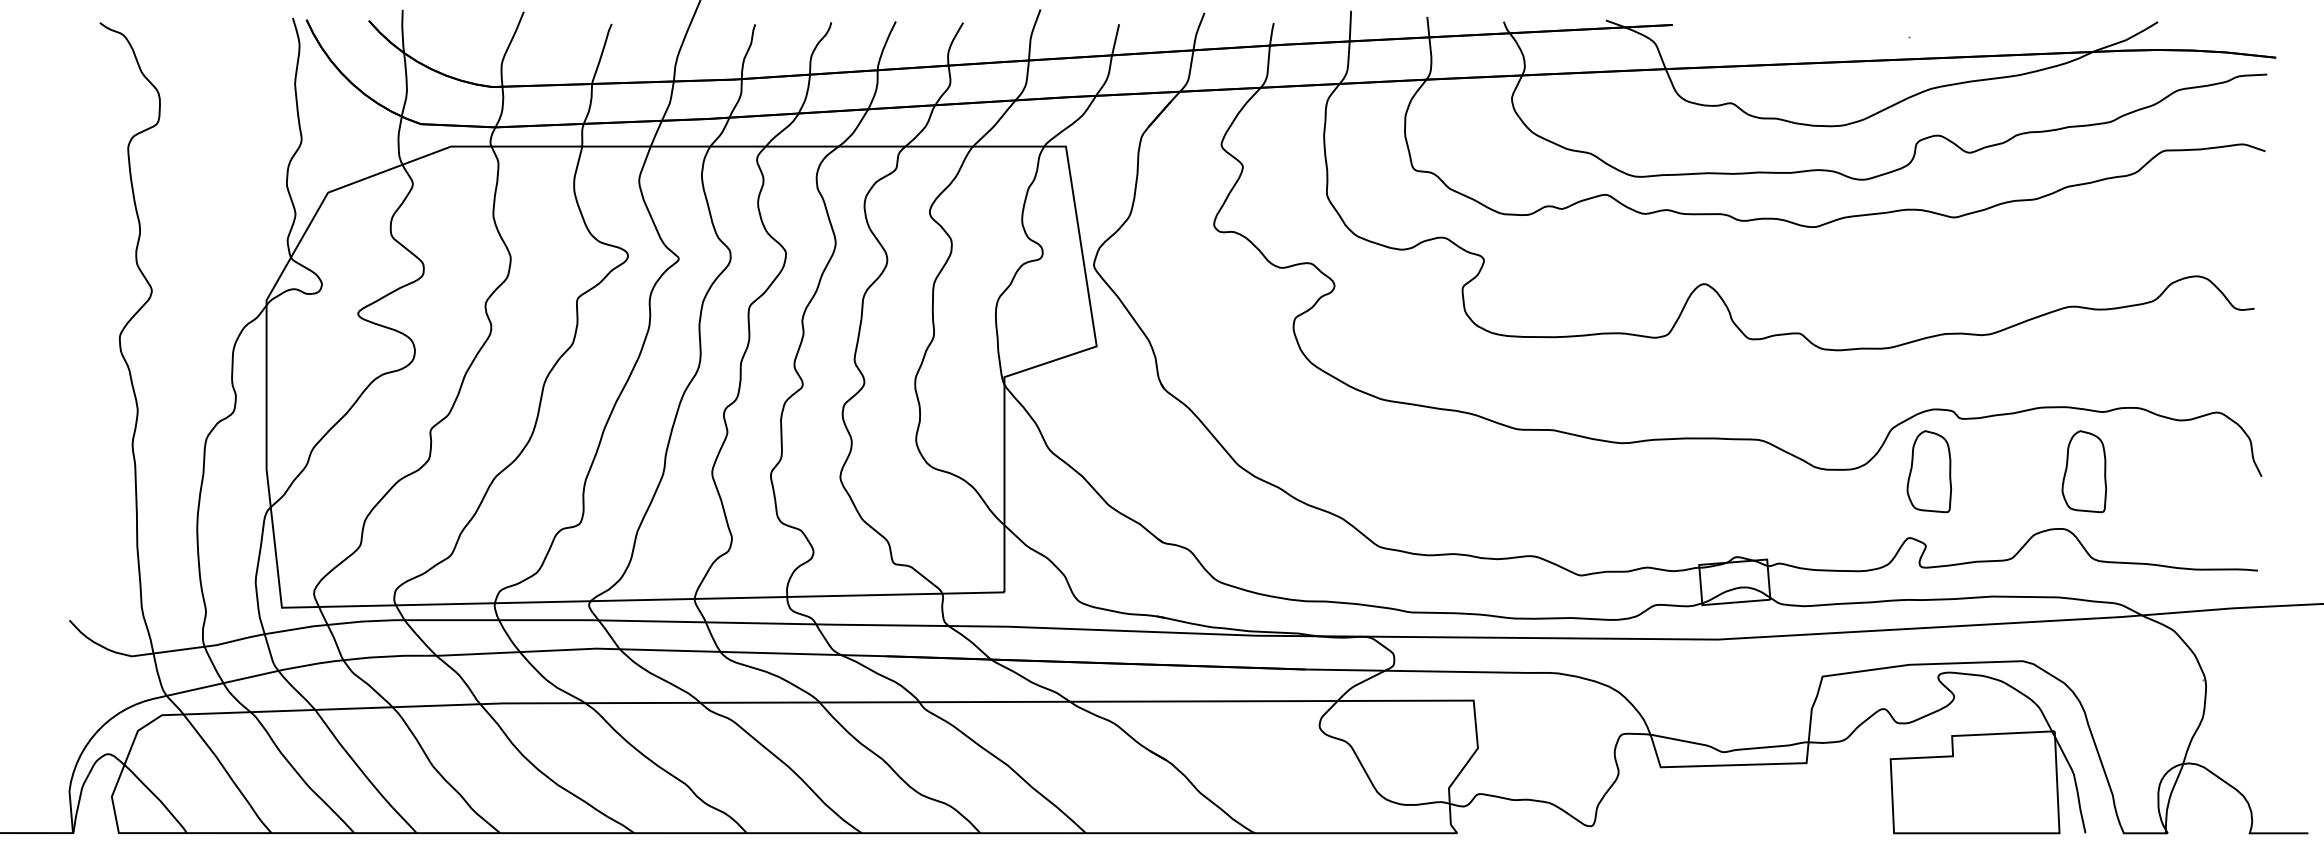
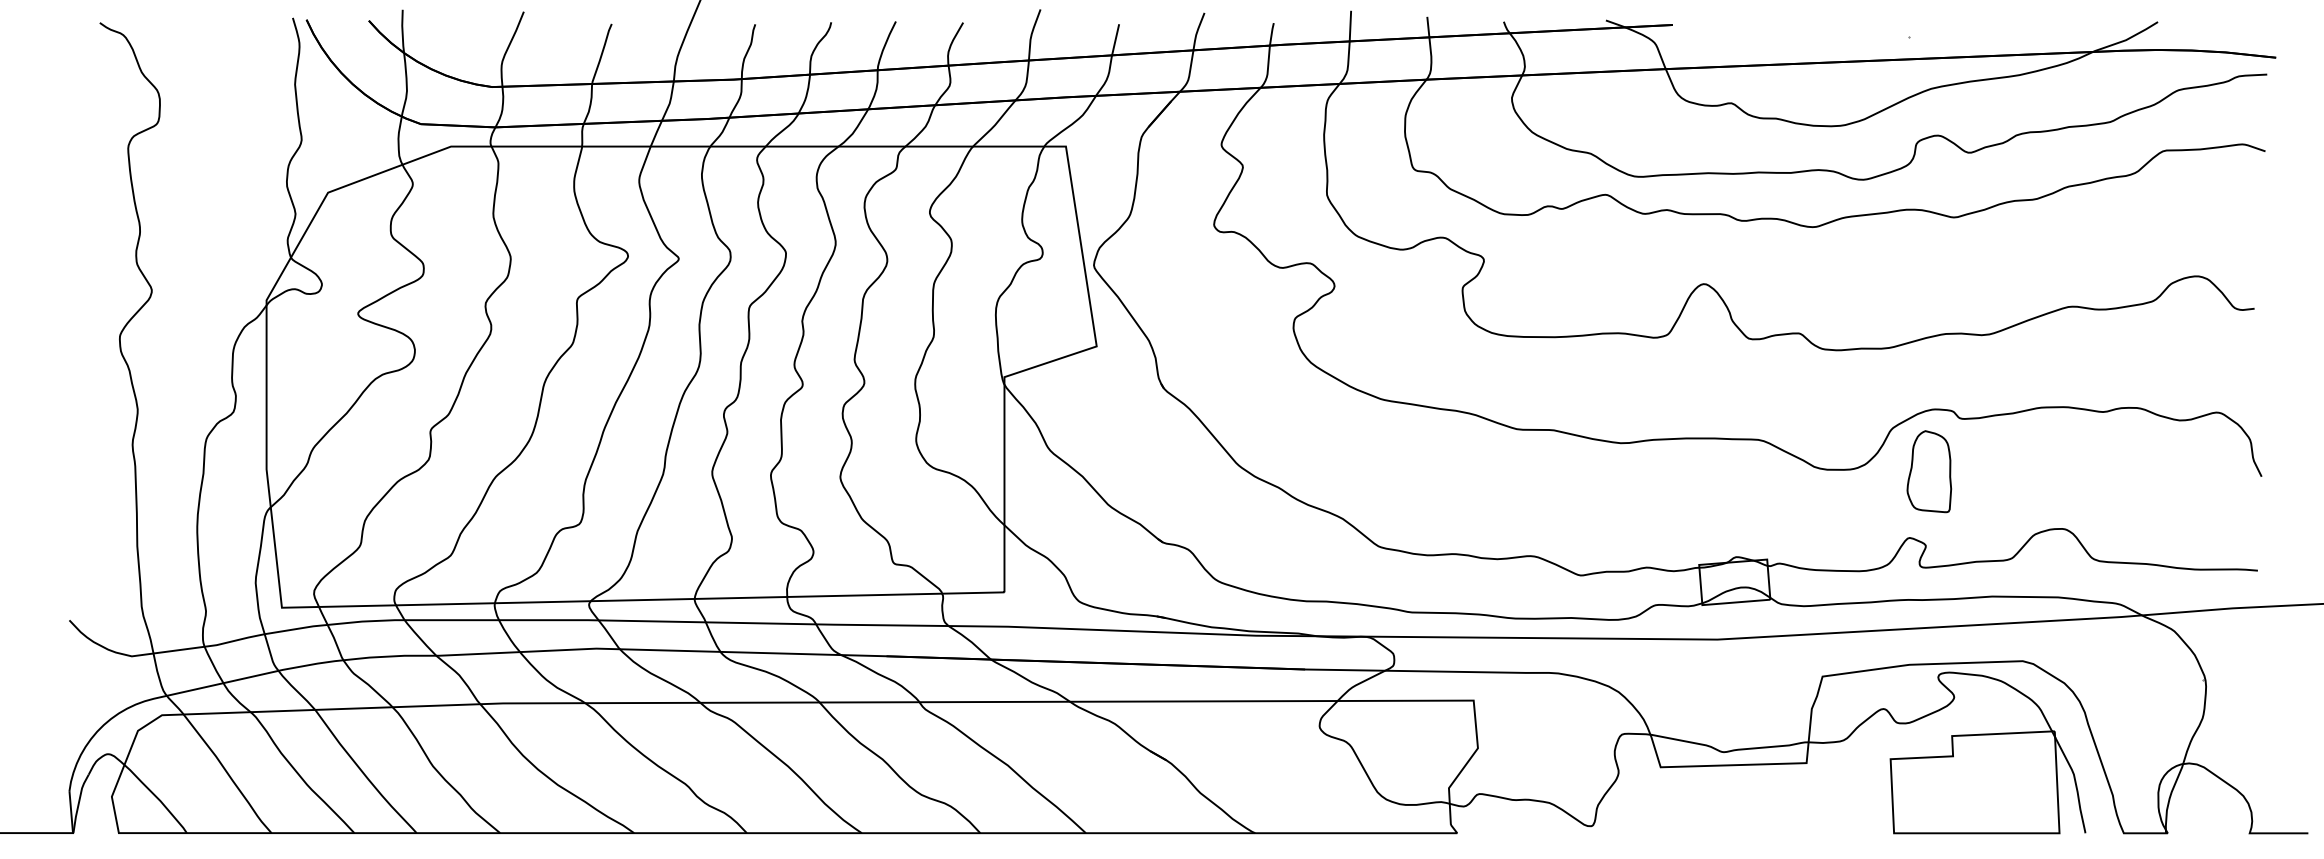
part at (2084, 471): present -> none
